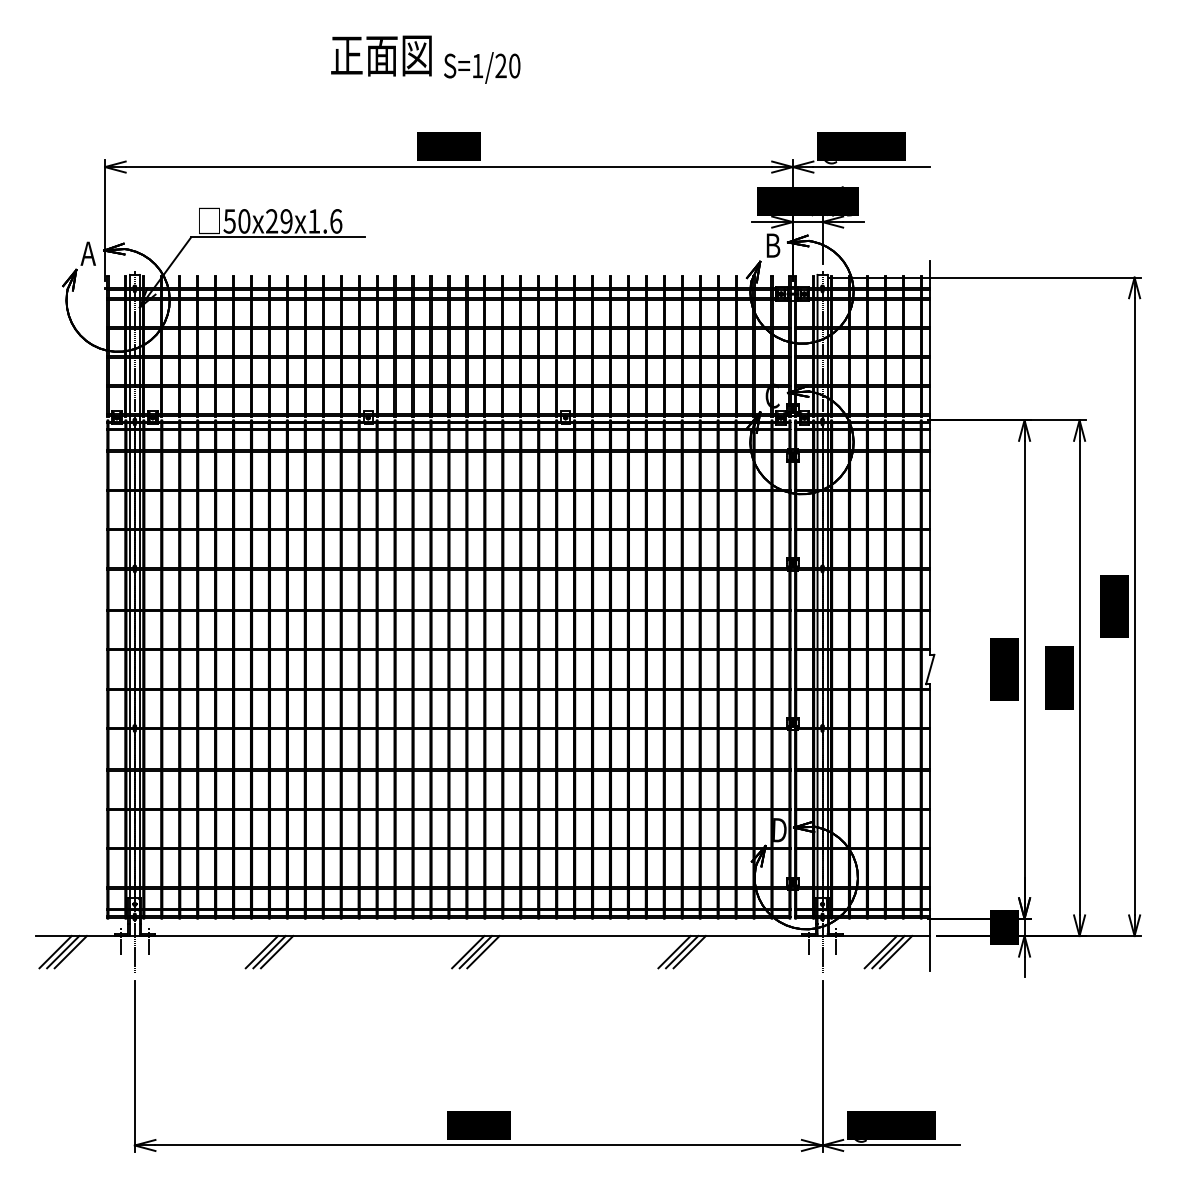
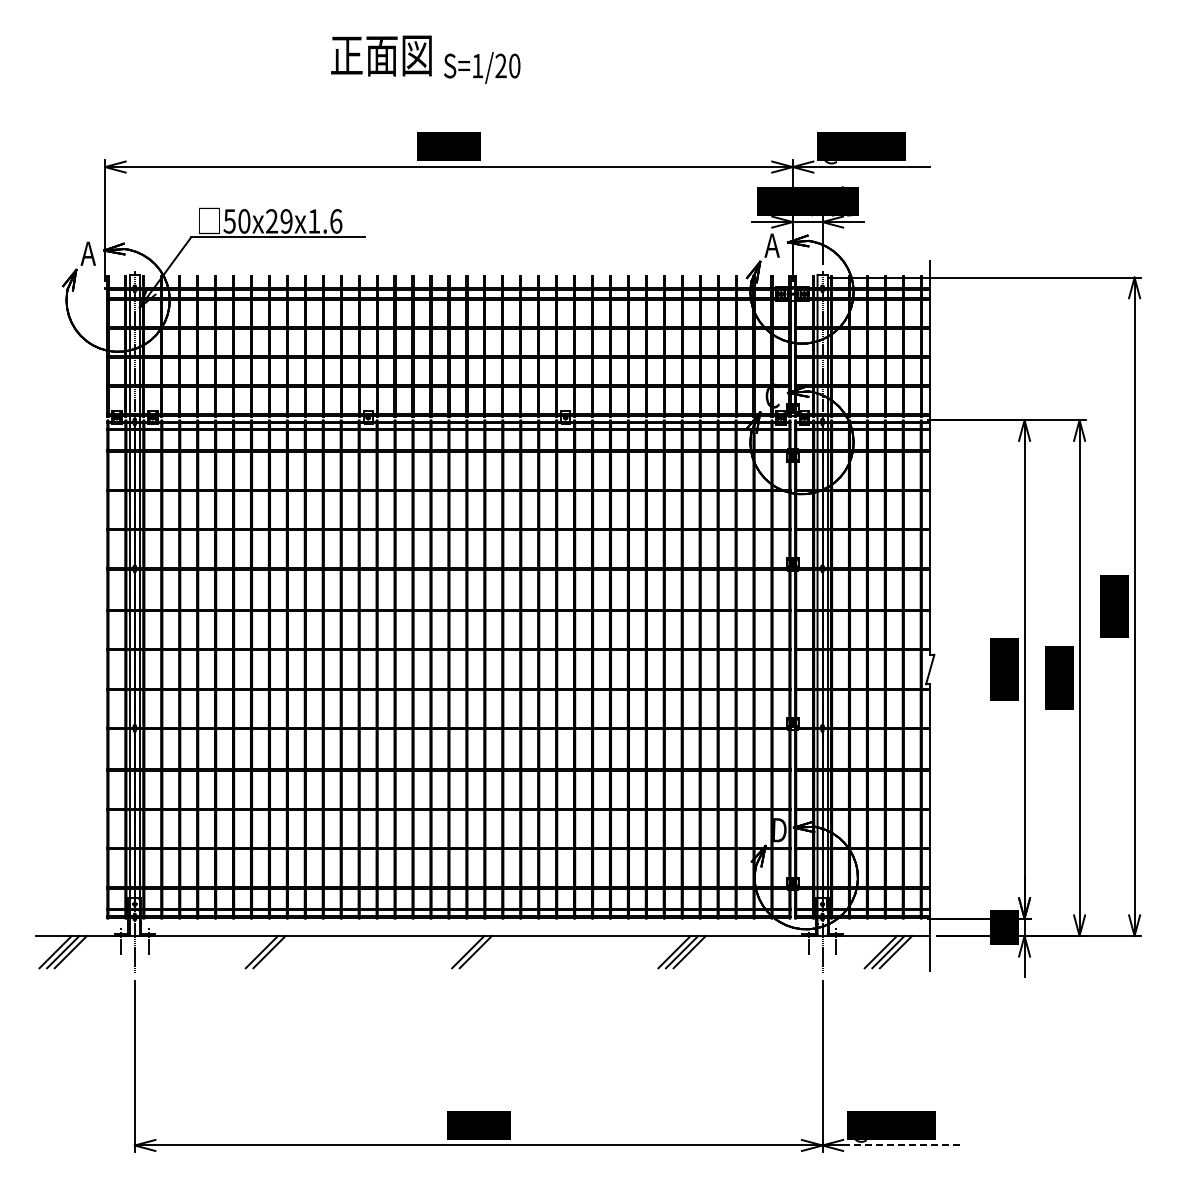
text at (772, 245): B -> A
line at (276, 952): present -> none
line at (483, 952): present -> none
line at (902, 1145): solid -> dashed
